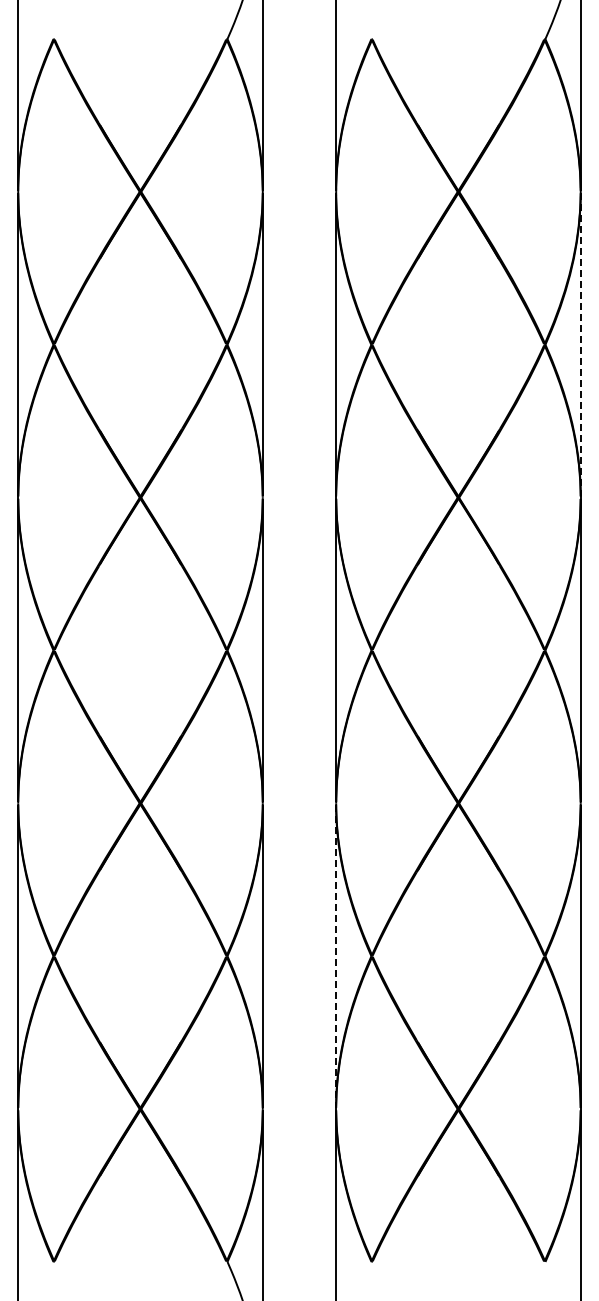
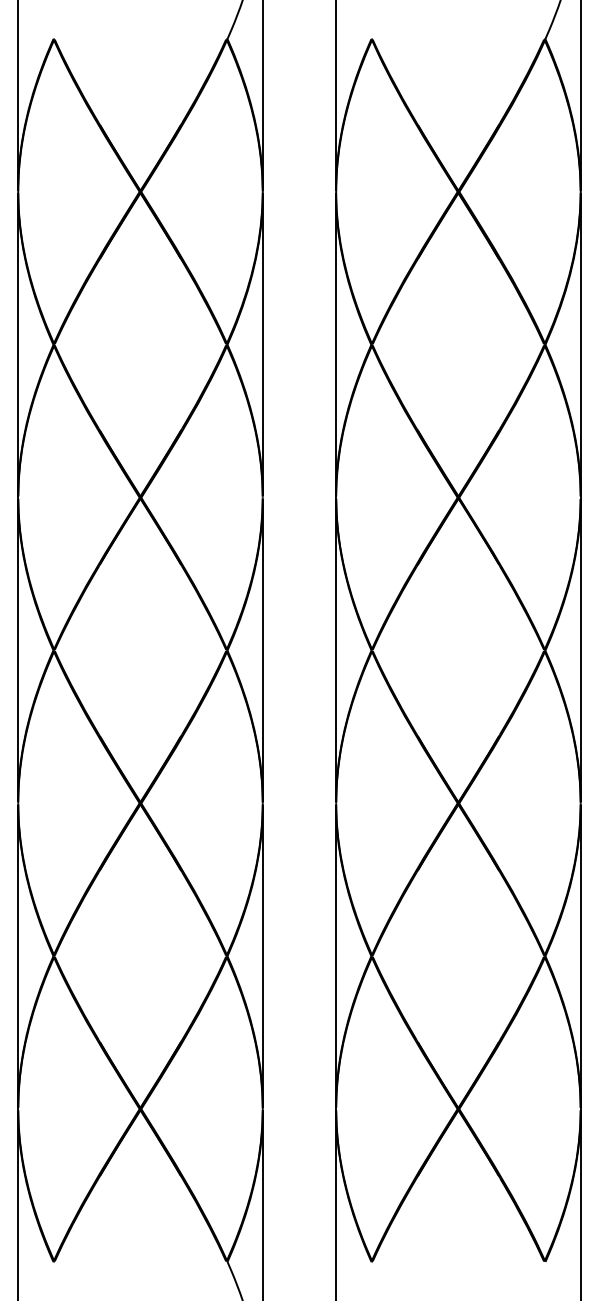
line at (580, 344): dashed -> solid
line at (336, 956): dashed -> solid
